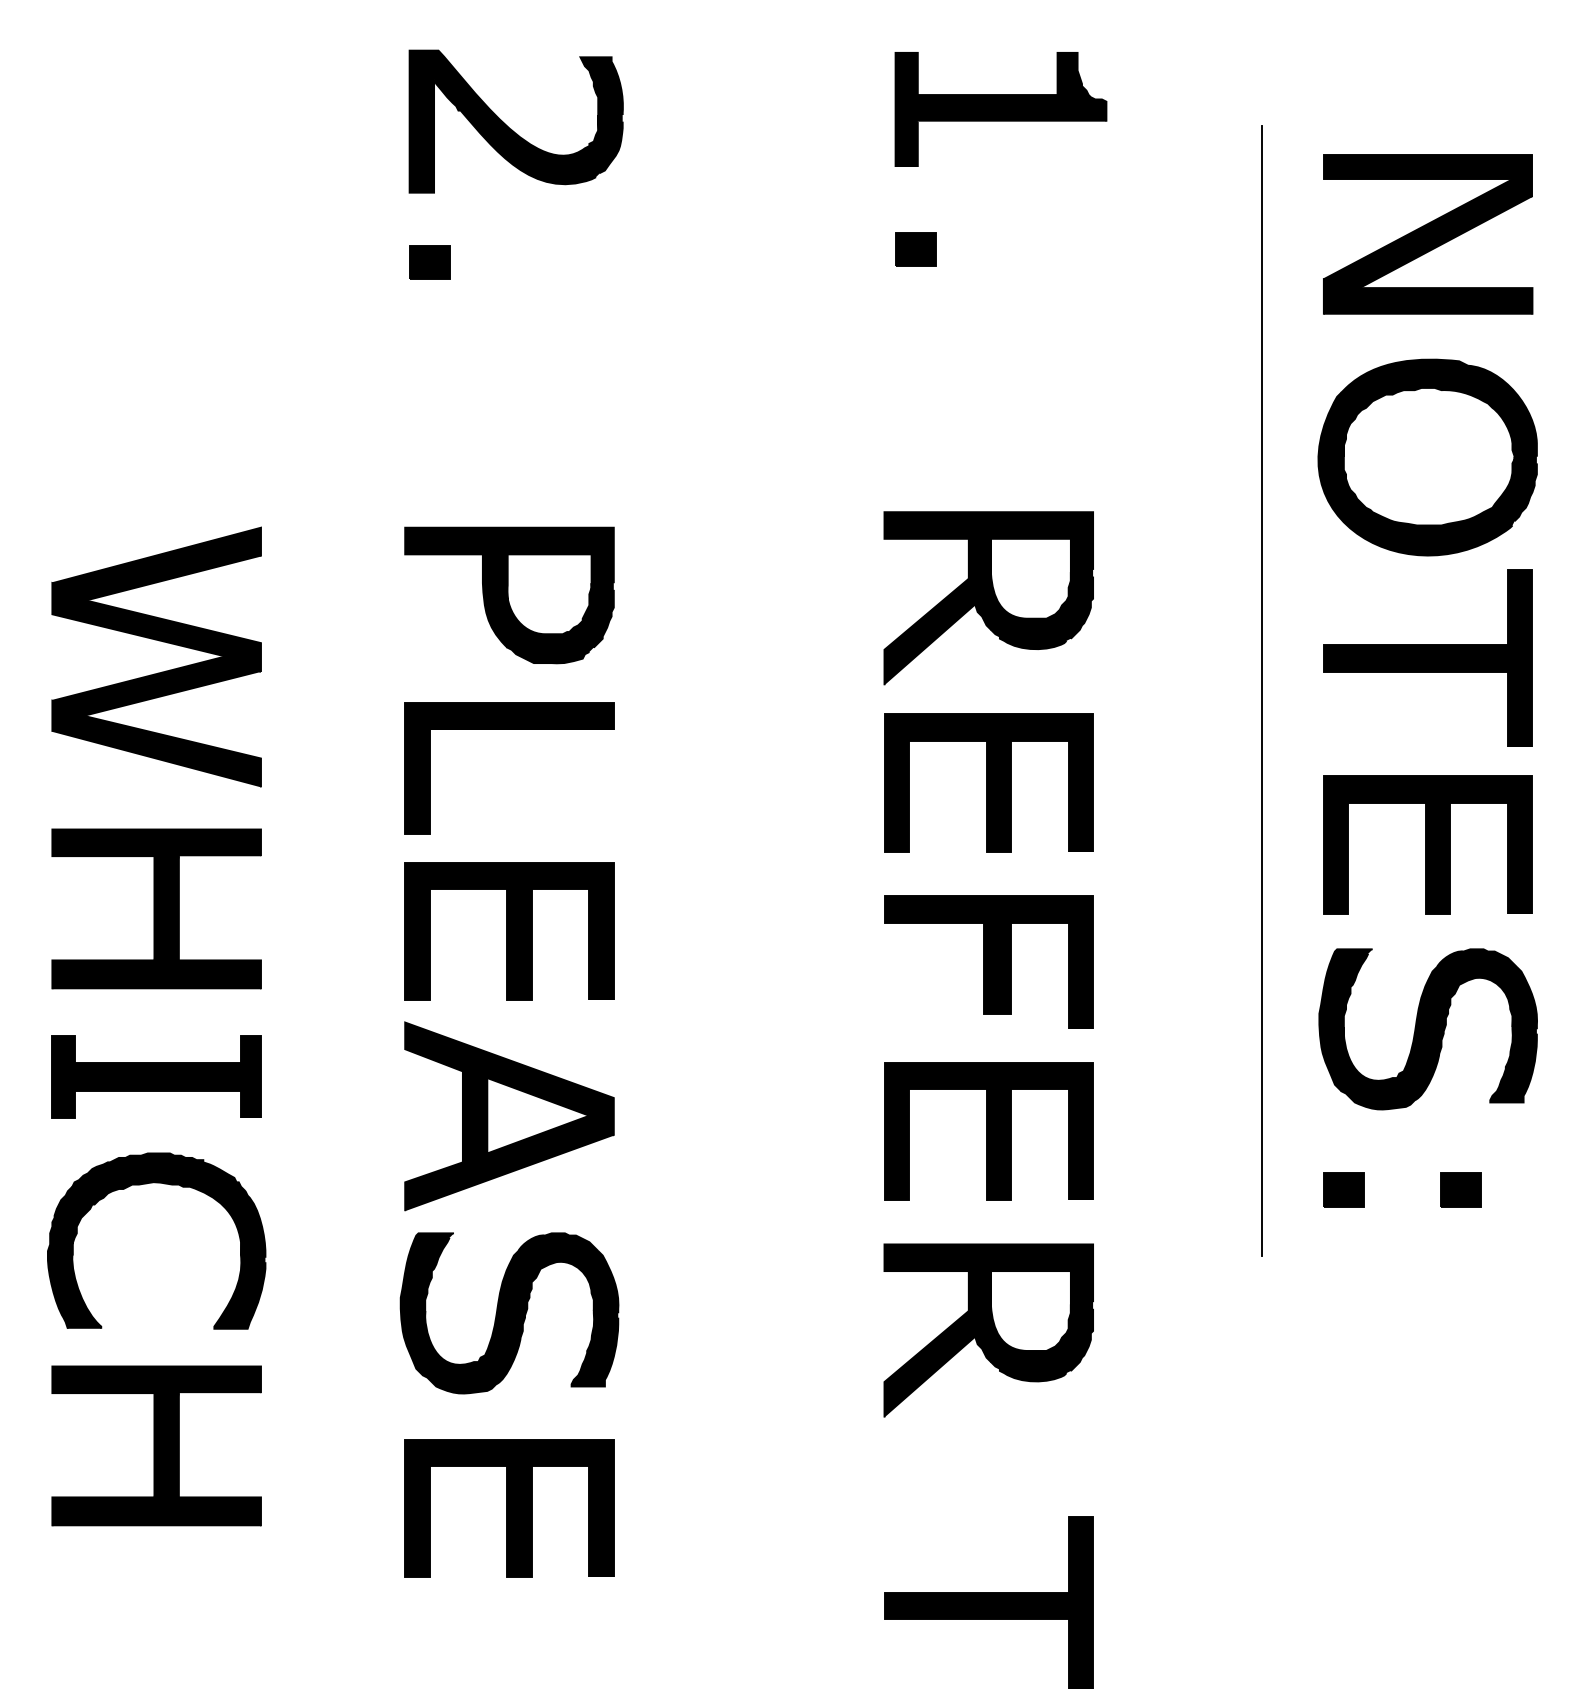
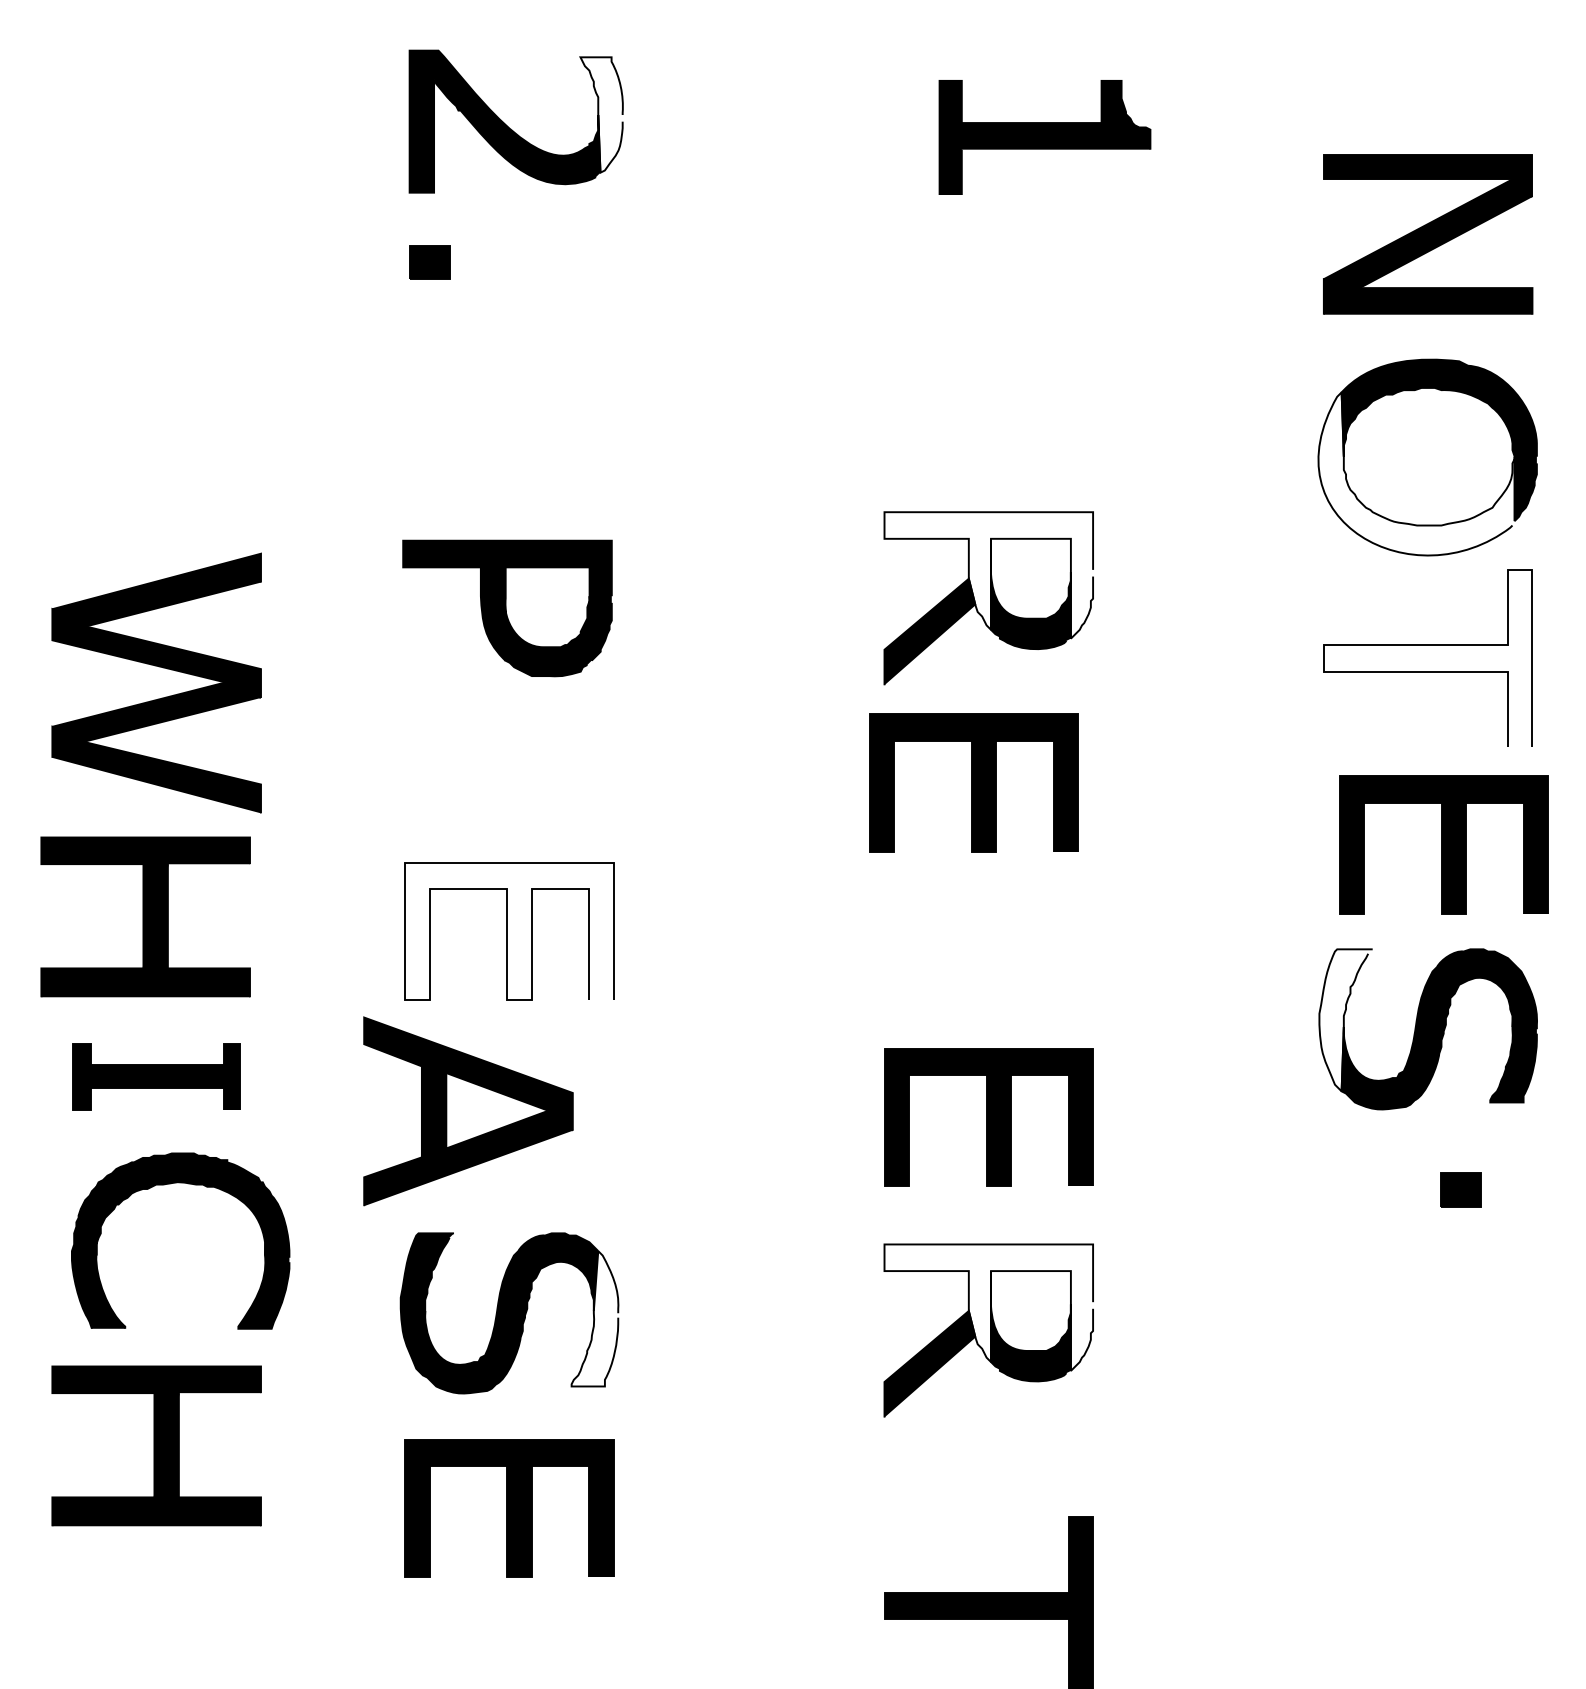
part at (1000, 109) position: (1000, 109) -> (1044, 137)
fill at (601, 114): present -> none
part at (915, 249): present -> none
fill at (1416, 473): present -> none
fill at (988, 575): present -> none
part at (509, 595) position: (509, 595) -> (507, 608)
part at (159, 641) position: (159, 641) -> (159, 667)
fill at (1427, 658): present -> none
line at (1261, 690): present -> none
part at (509, 729): present -> none
part at (988, 782) position: (988, 782) -> (973, 782)
part at (1427, 844) position: (1427, 844) -> (1443, 844)
part at (156, 908) position: (156, 908) -> (145, 916)
fill at (509, 931): present -> none
part at (988, 961): present -> none
fill at (1345, 1020): present -> none
part at (156, 1076) size: 211x84 px -> 169x68 px
part at (509, 1116) position: (509, 1116) -> (468, 1111)
part at (988, 1131) position: (988, 1131) -> (988, 1117)
part at (164, 1184) position: (164, 1184) -> (188, 1184)
part at (1343, 1189): present -> none
fill at (988, 1307): present -> none
fill at (594, 1318): present -> none
